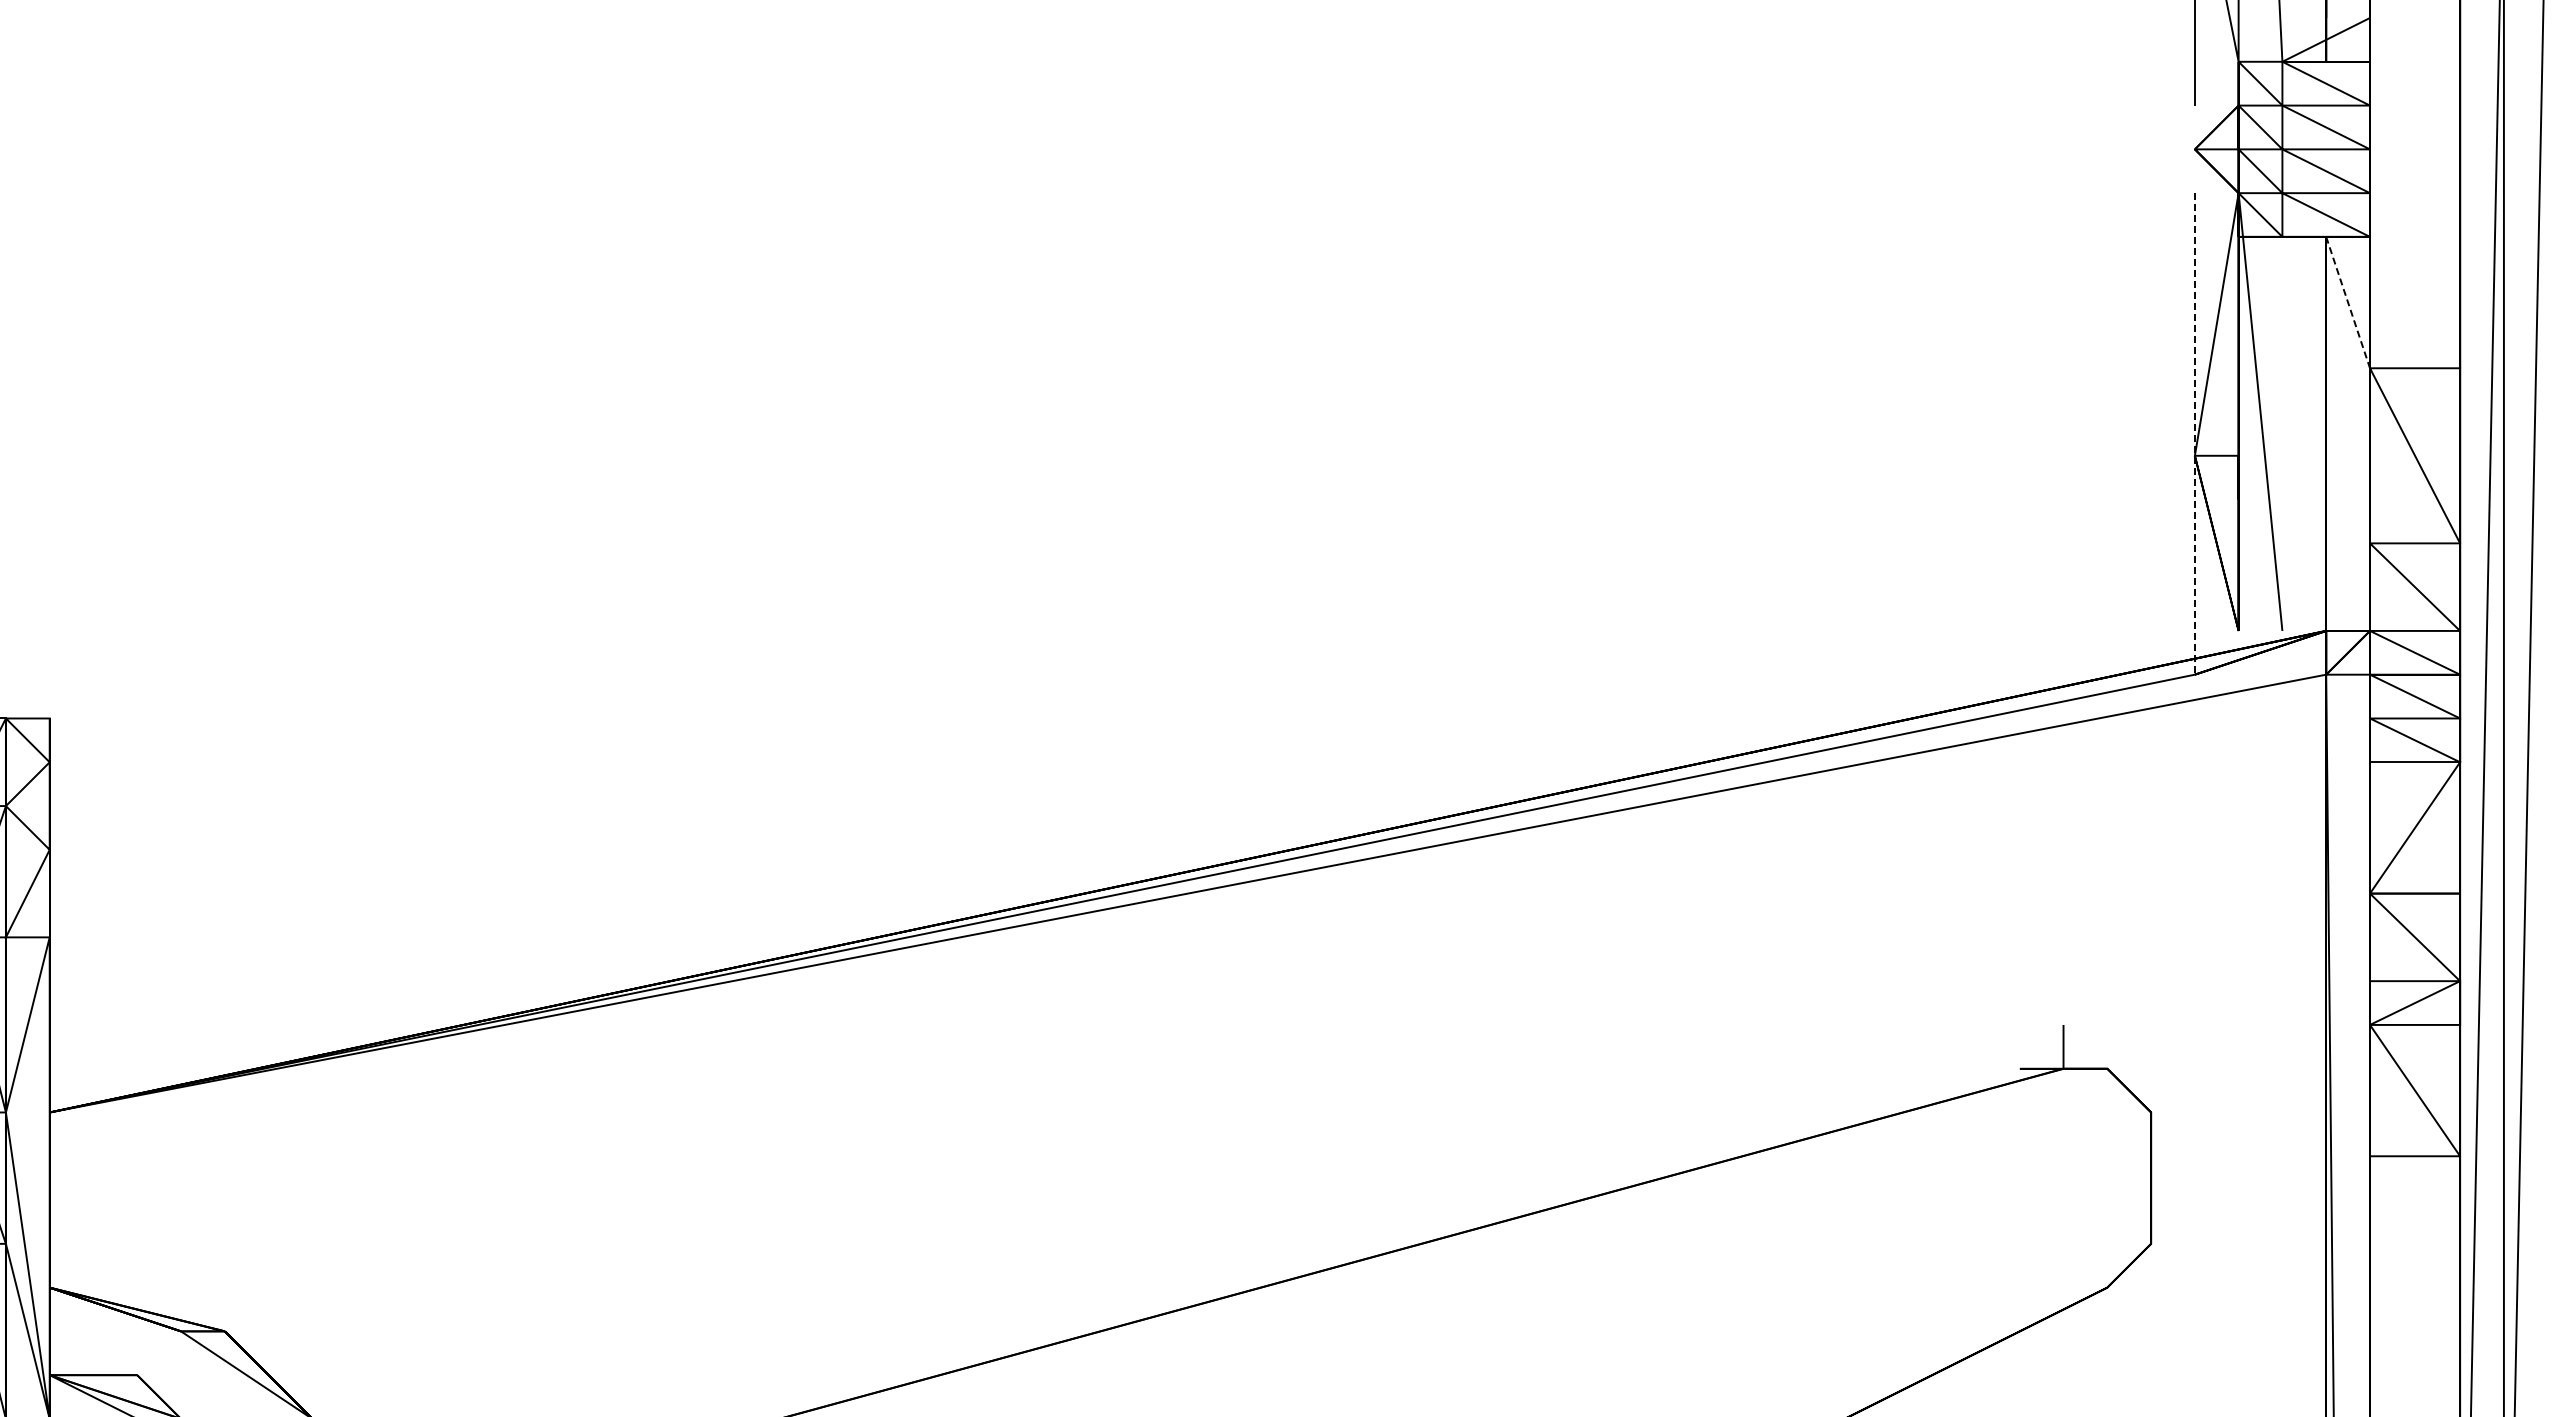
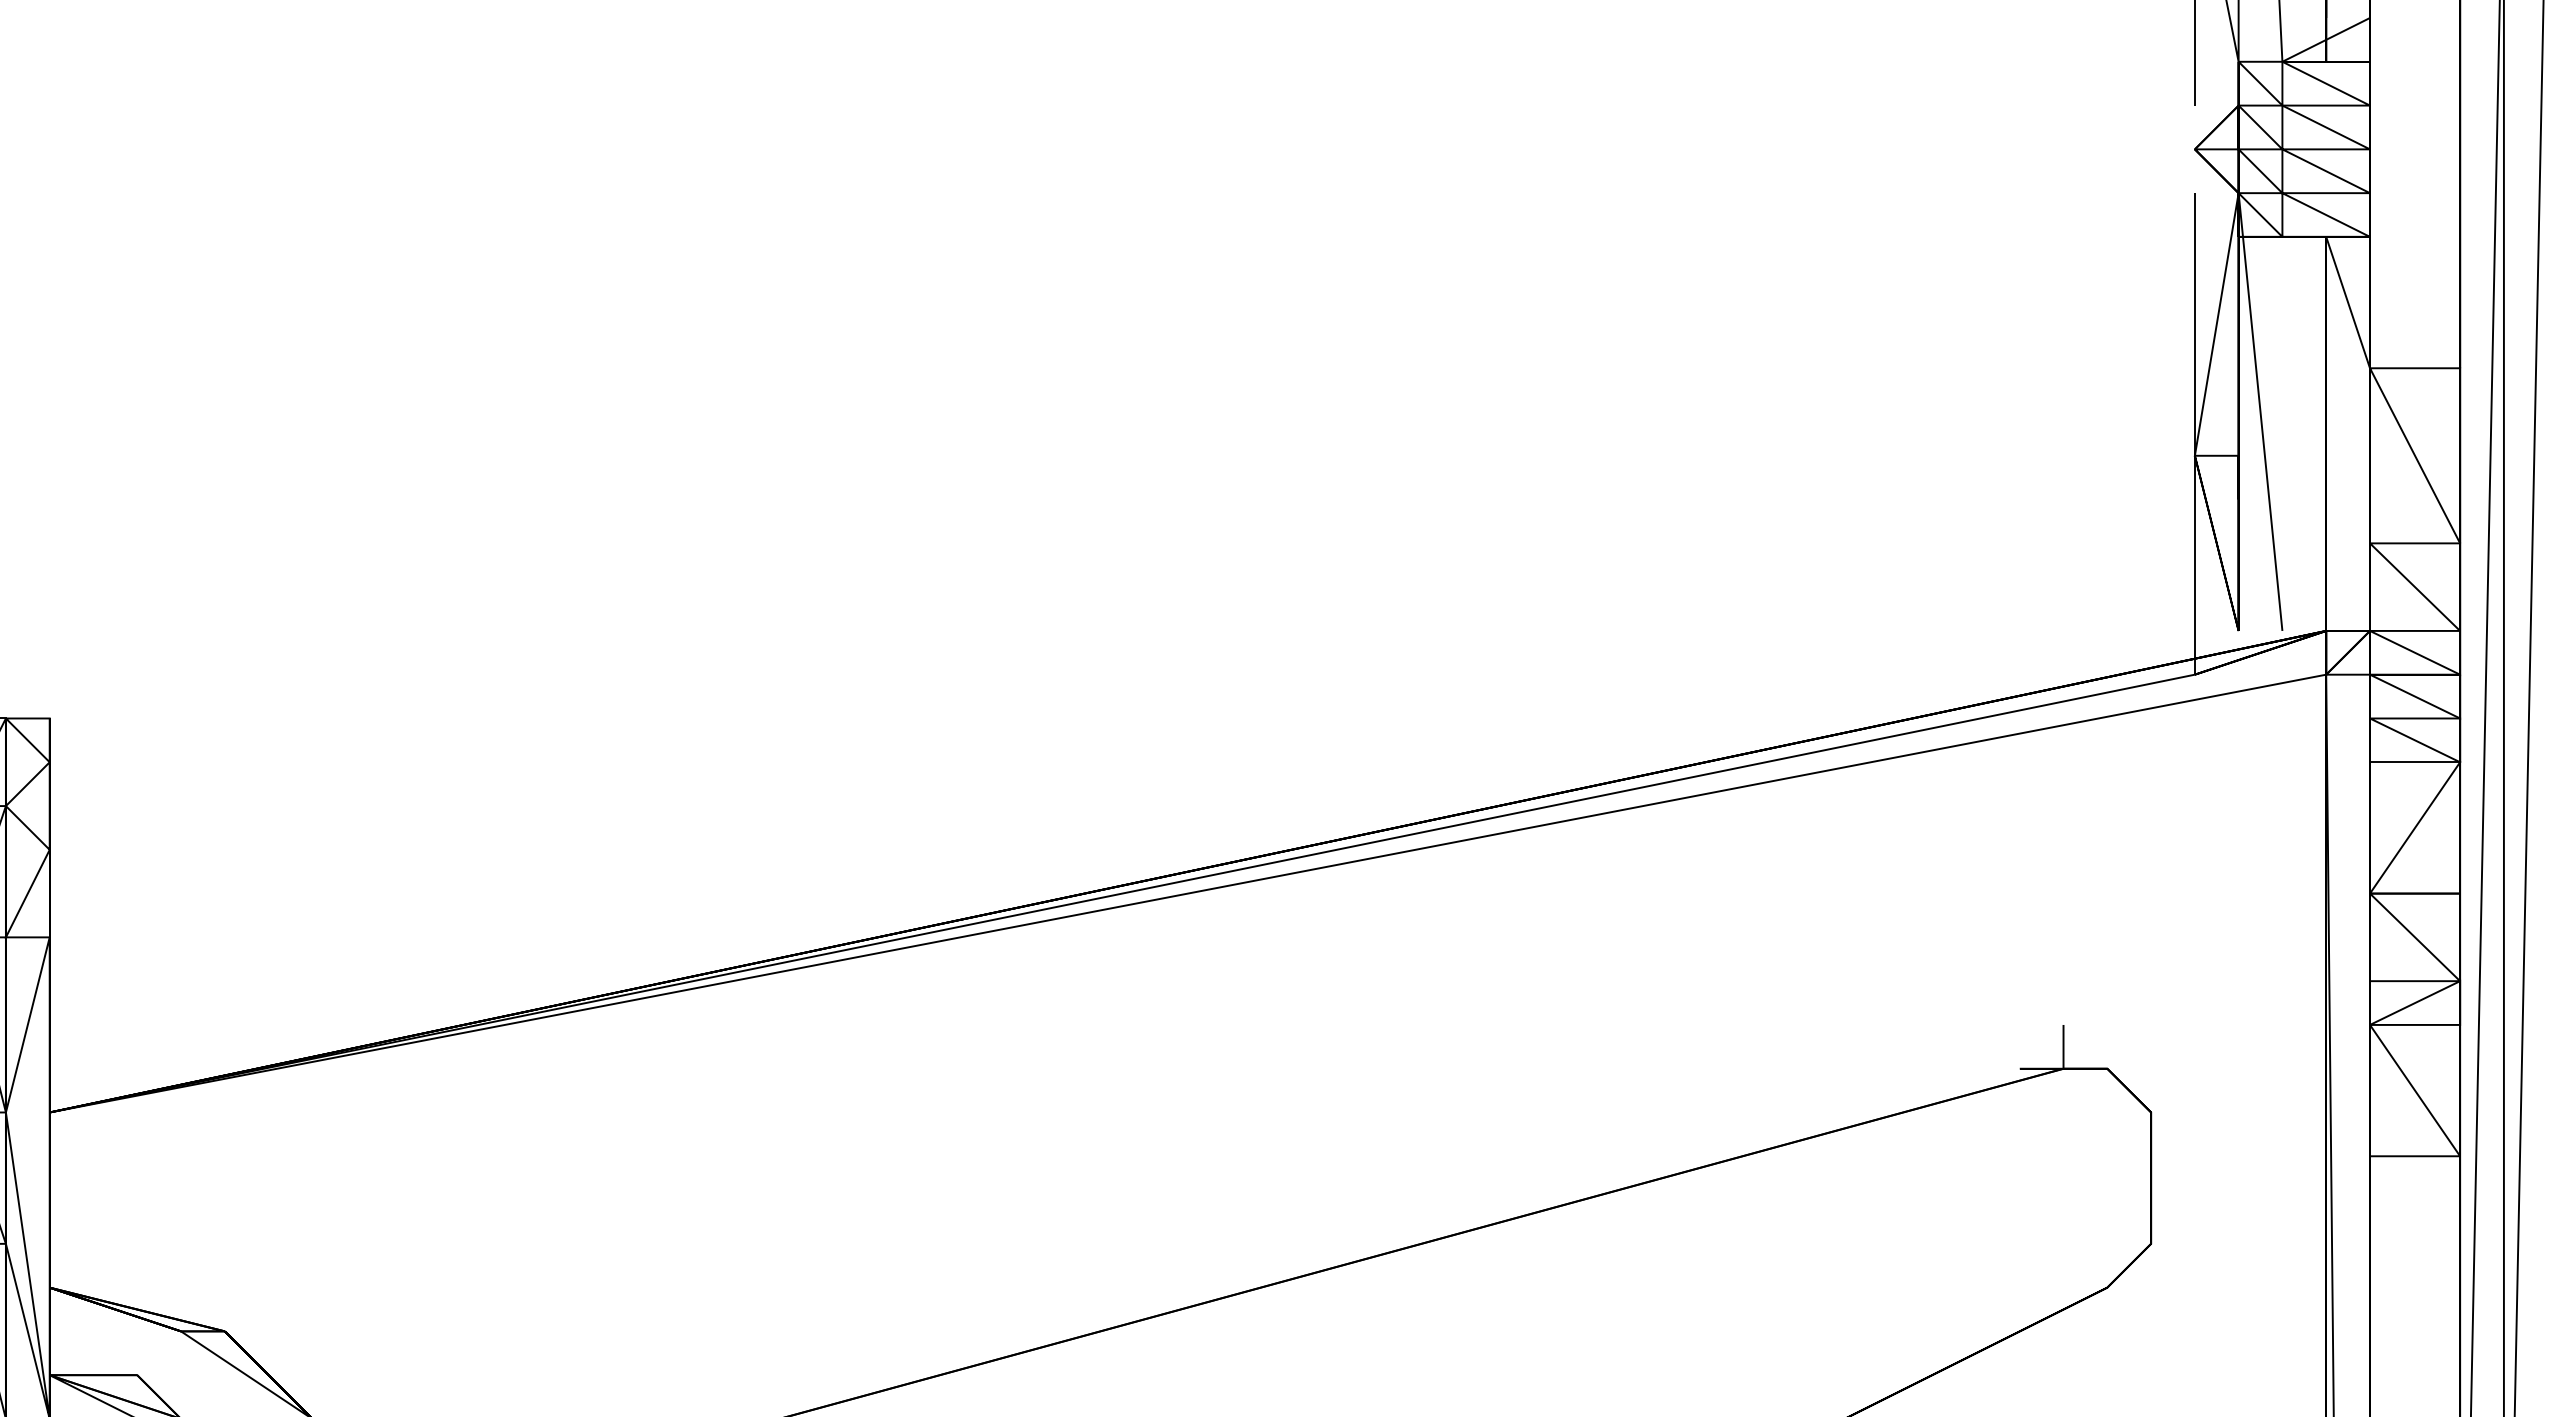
line at (2348, 303): dashed -> solid
line at (2194, 434): dashed -> solid
